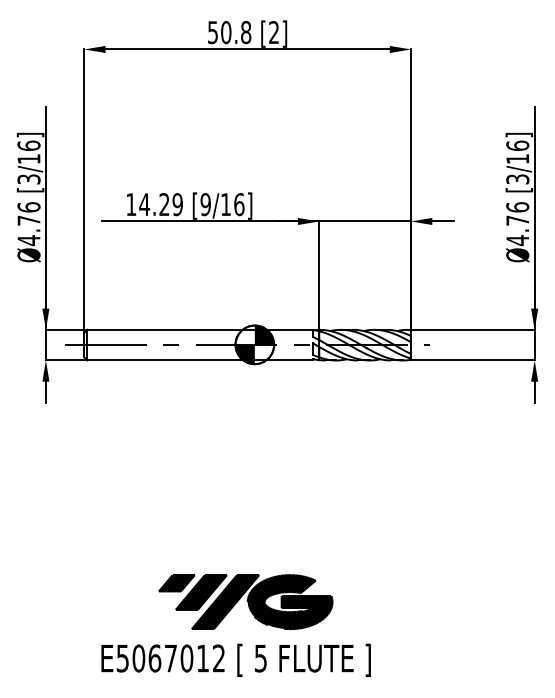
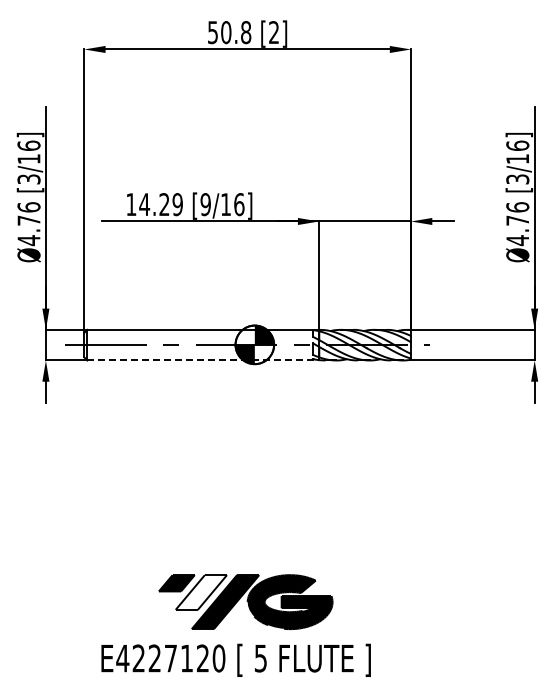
line at (200, 360): solid -> dashed
fill at (201, 592): present -> none
text at (170, 658): E5067012 -> E4227120
